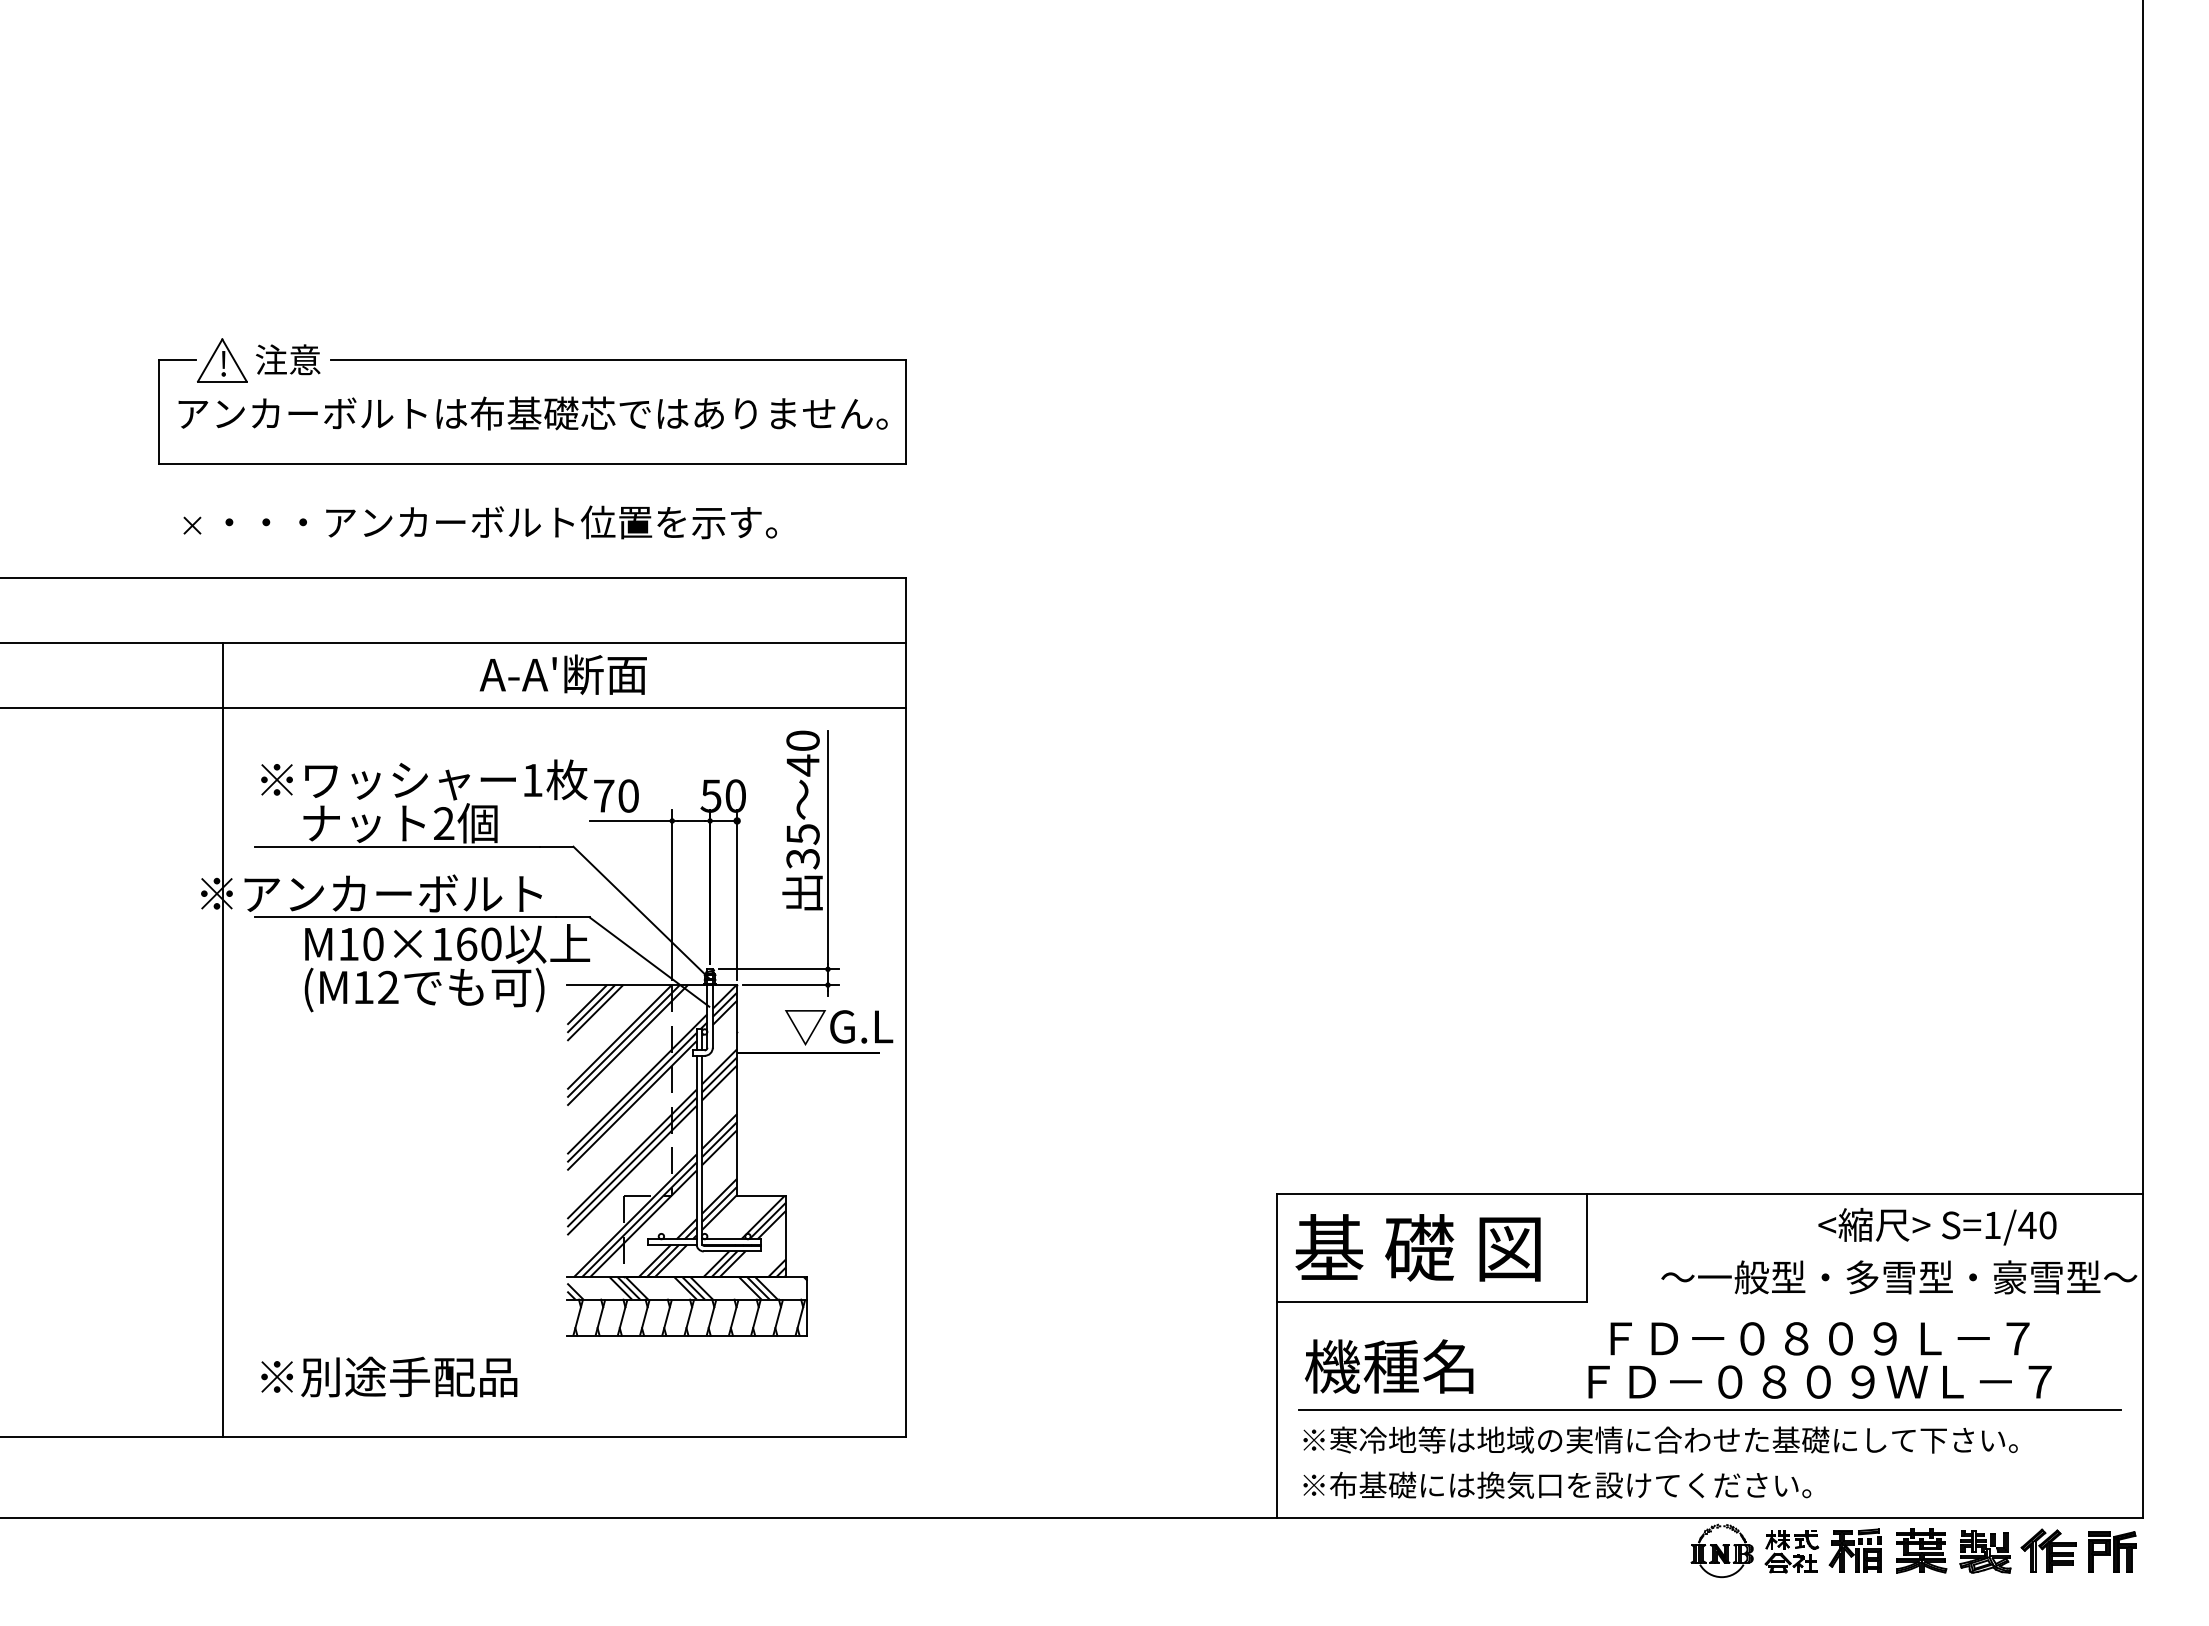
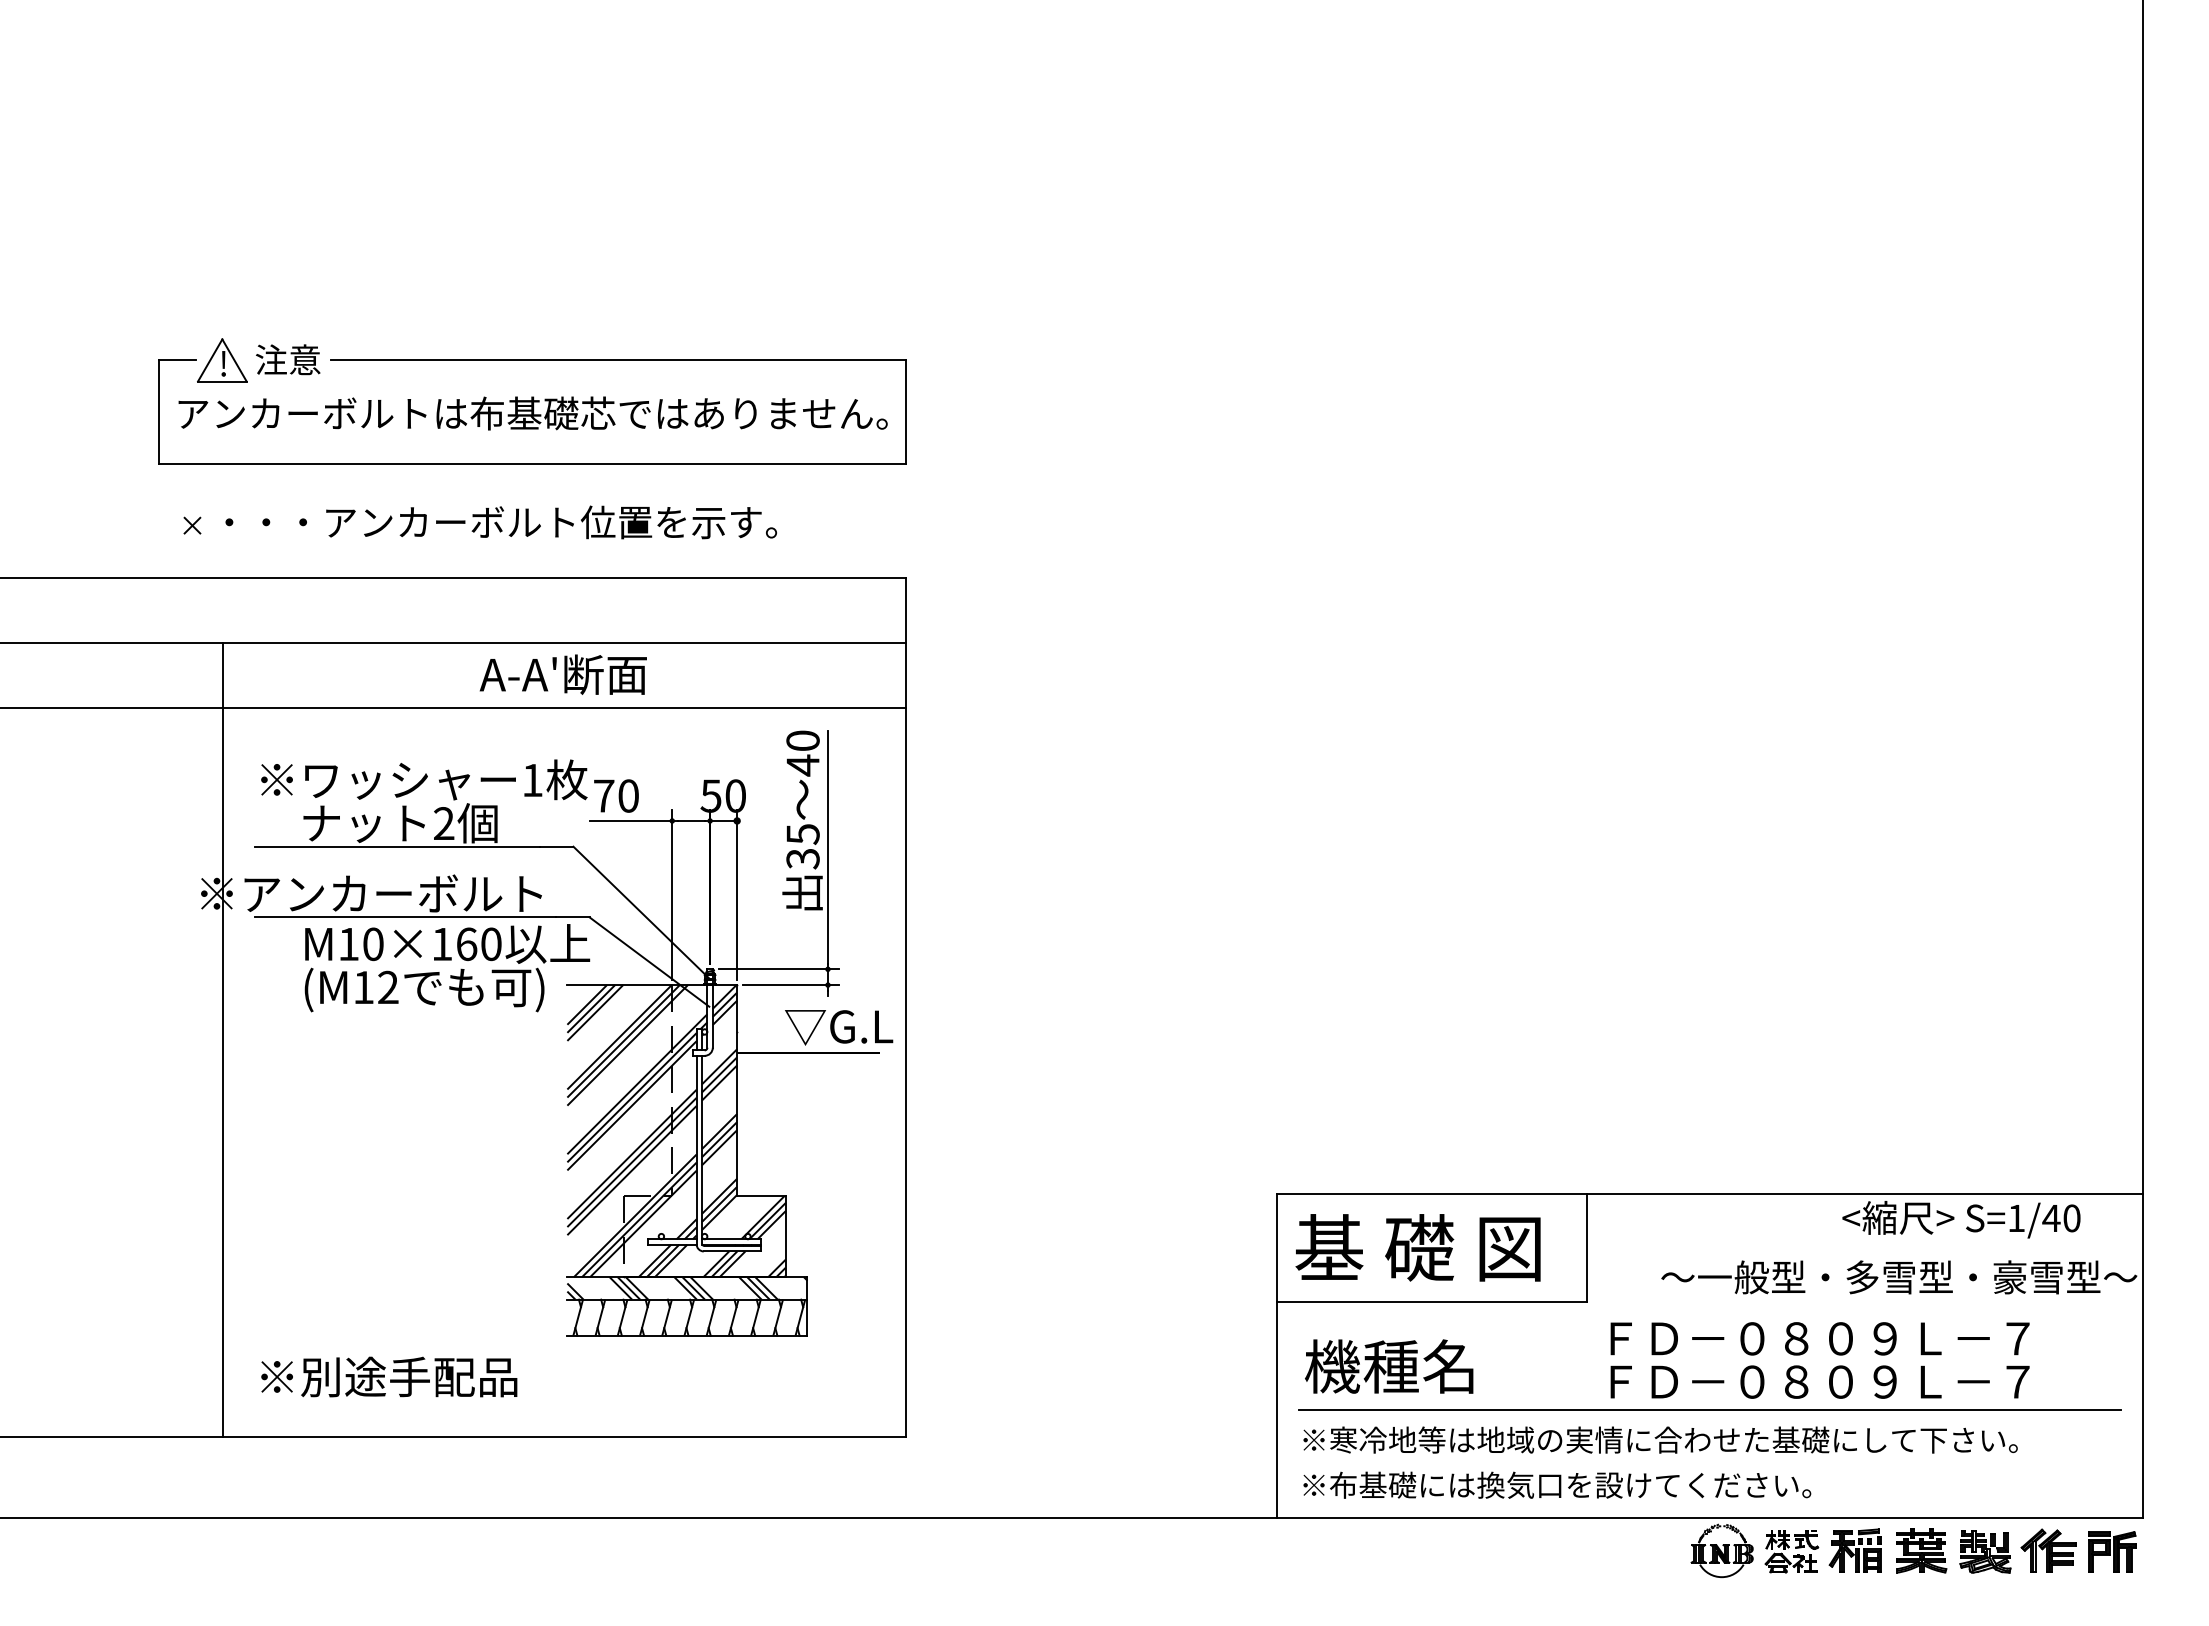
text at (1937, 1226) position: (1937, 1226) -> (1961, 1219)
text at (1819, 1381): ＦＤ－０８０９ＷＬ－７ -> ＦＤ－０８０９Ｌ－７
